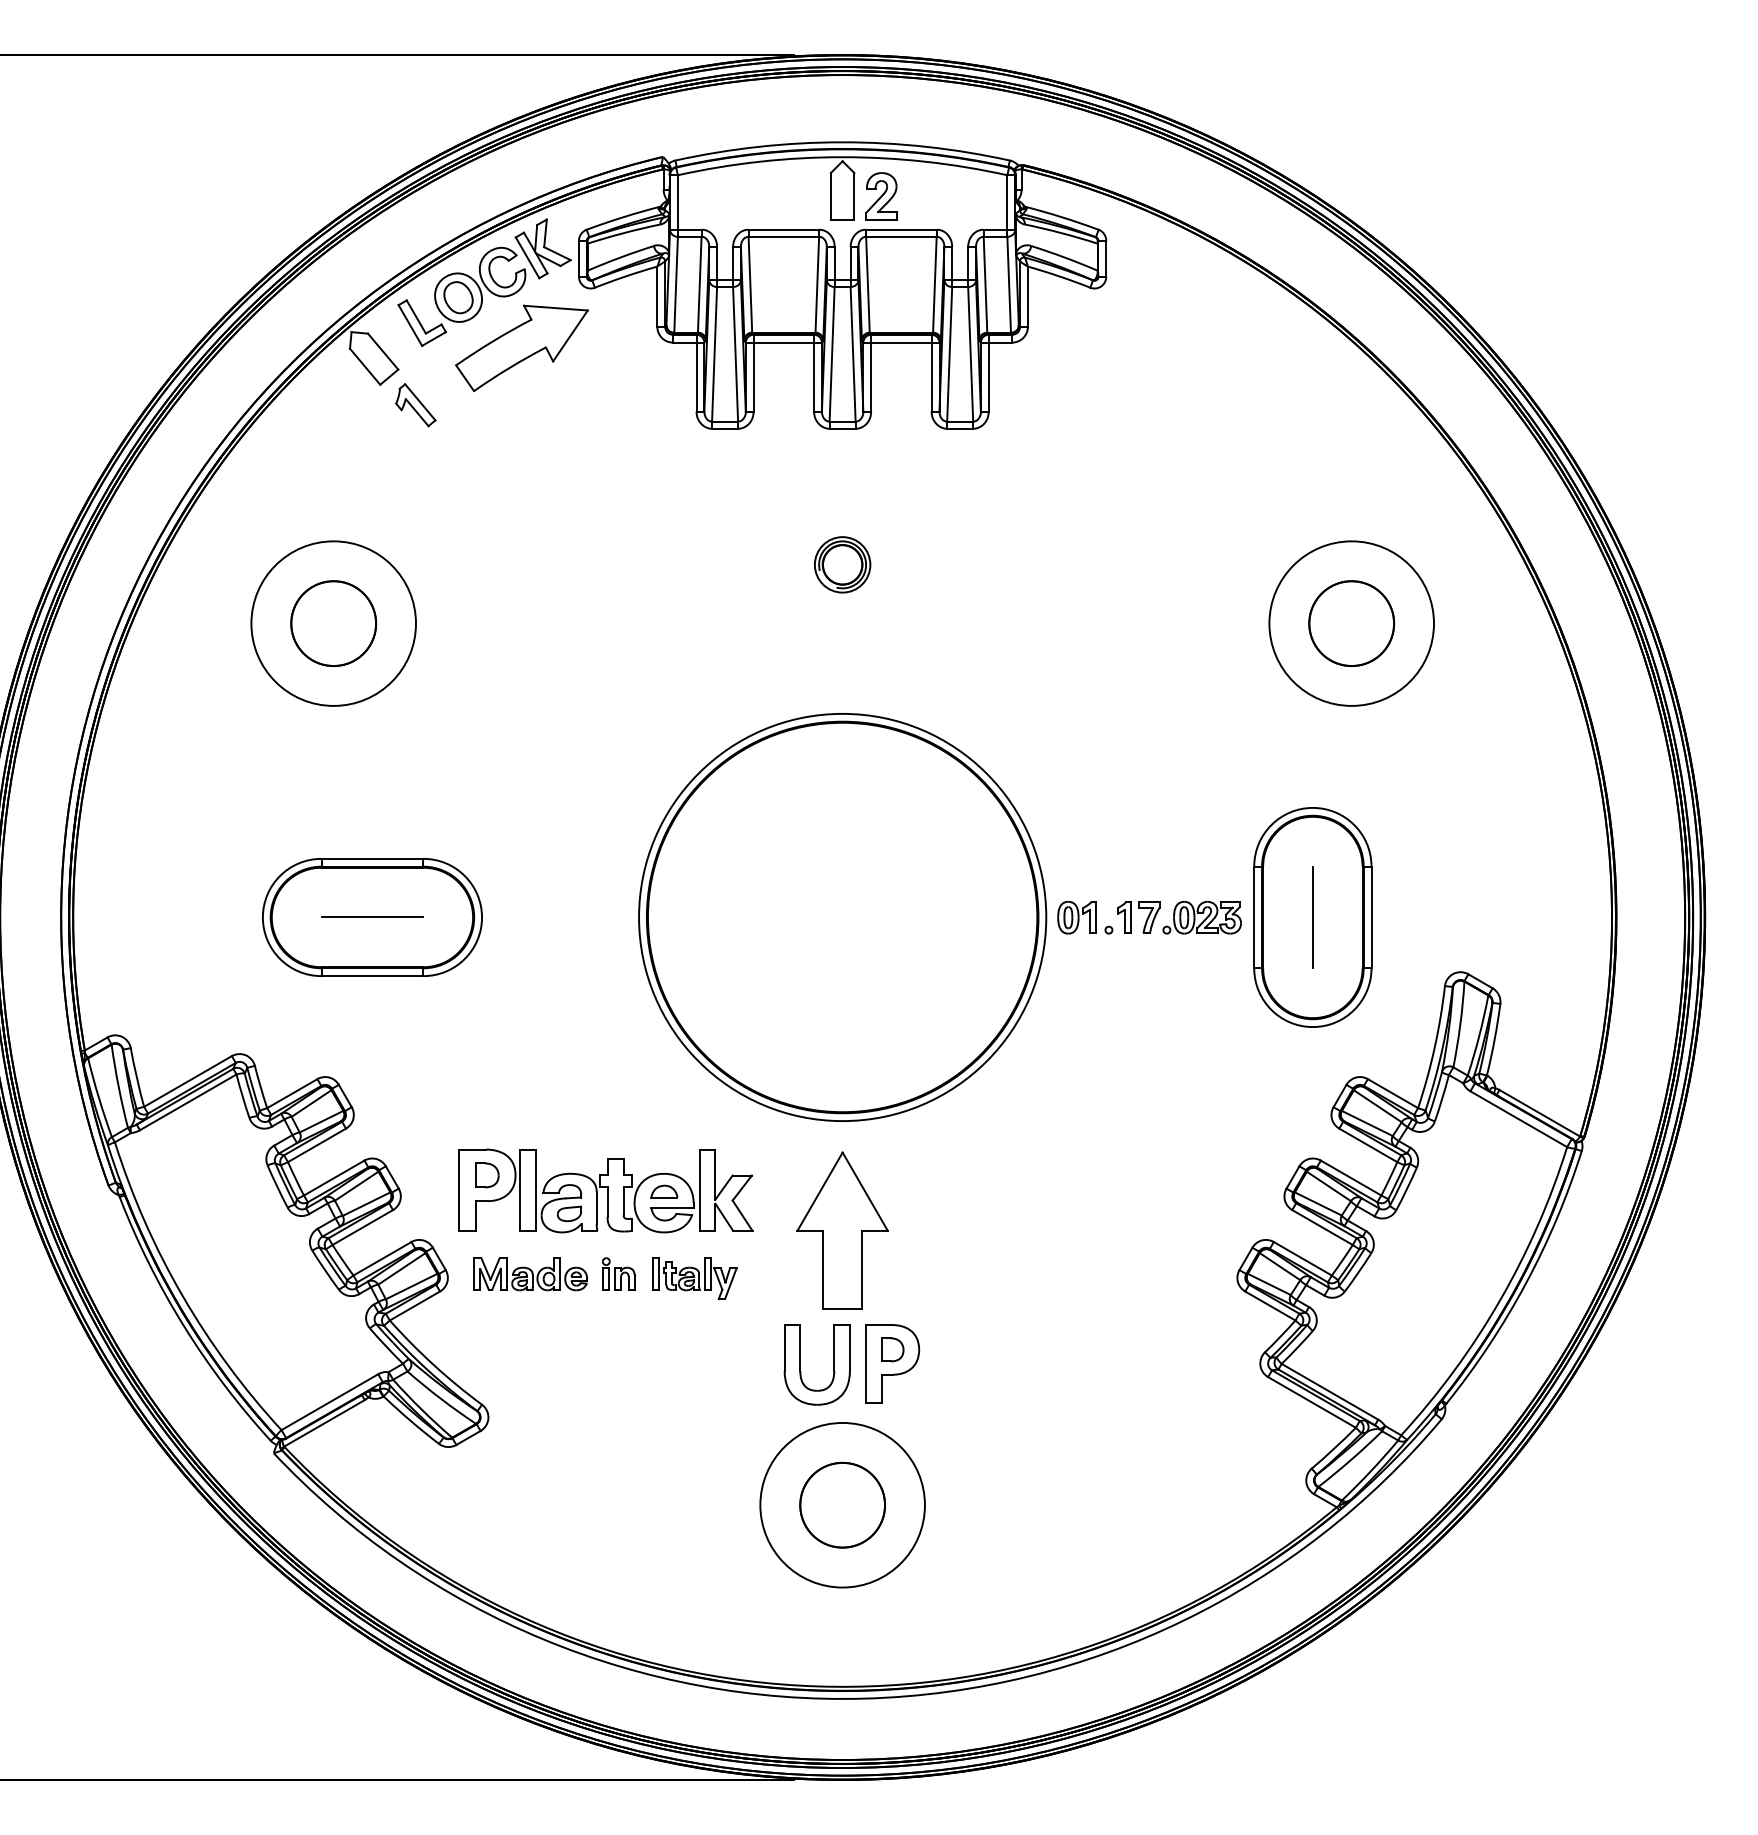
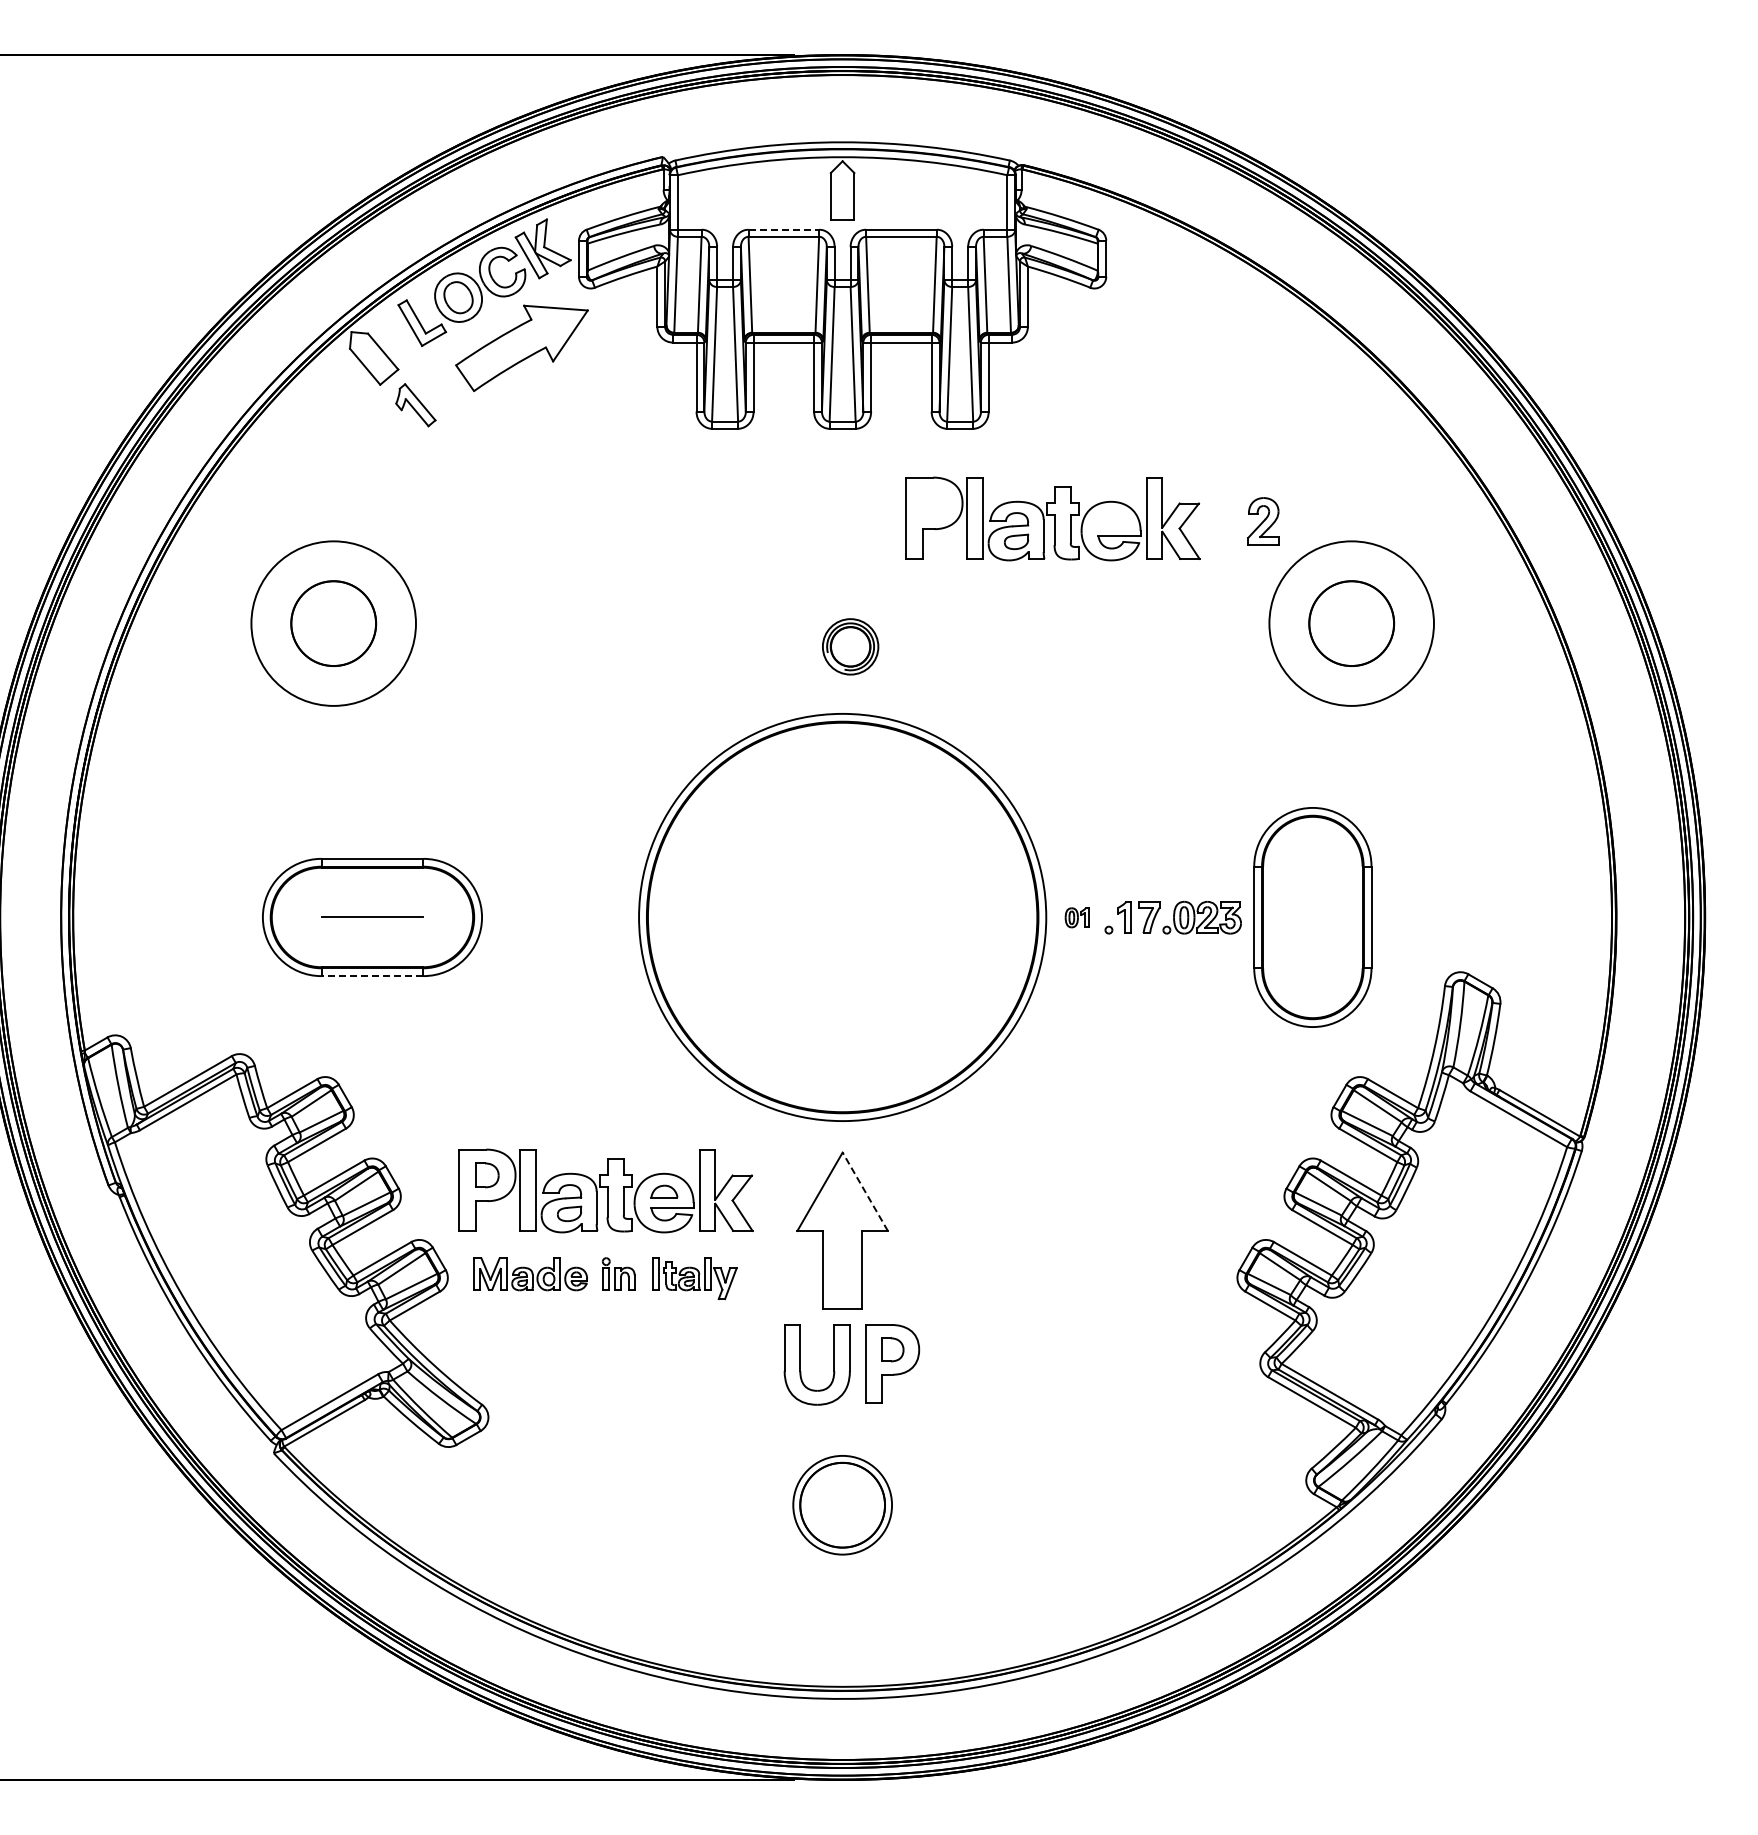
part at (881, 196) position: (881, 196) -> (1263, 521)
line at (784, 229): solid -> dashed
part at (1052, 518): none -> present
part at (842, 564) position: (842, 564) -> (850, 646)
part at (1076, 917) size: 40x34 px -> 26x22 px
line at (1312, 917): present -> none
line at (372, 976): solid -> dashed
line at (865, 1191): solid -> dashed
circle at (842, 1504) diameter: 165 px -> 99 px
